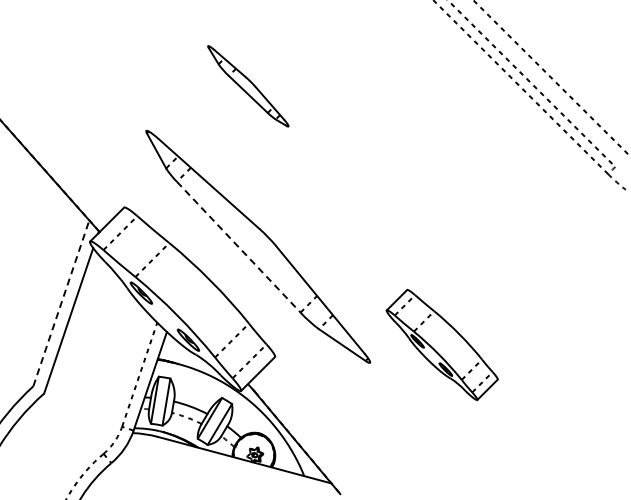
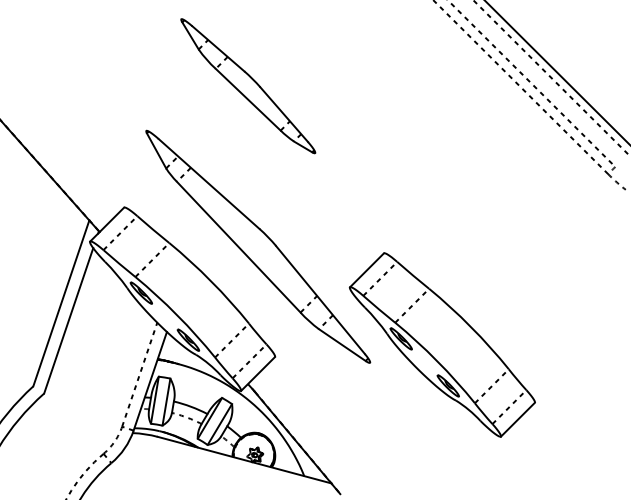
line at (556, 72): none -> present
part at (248, 86) size: 83x83 px -> 137x137 px
line at (238, 247): dashed -> solid
line at (61, 303): dashed -> solid
part at (441, 344) size: 114x114 px -> 188x186 px
